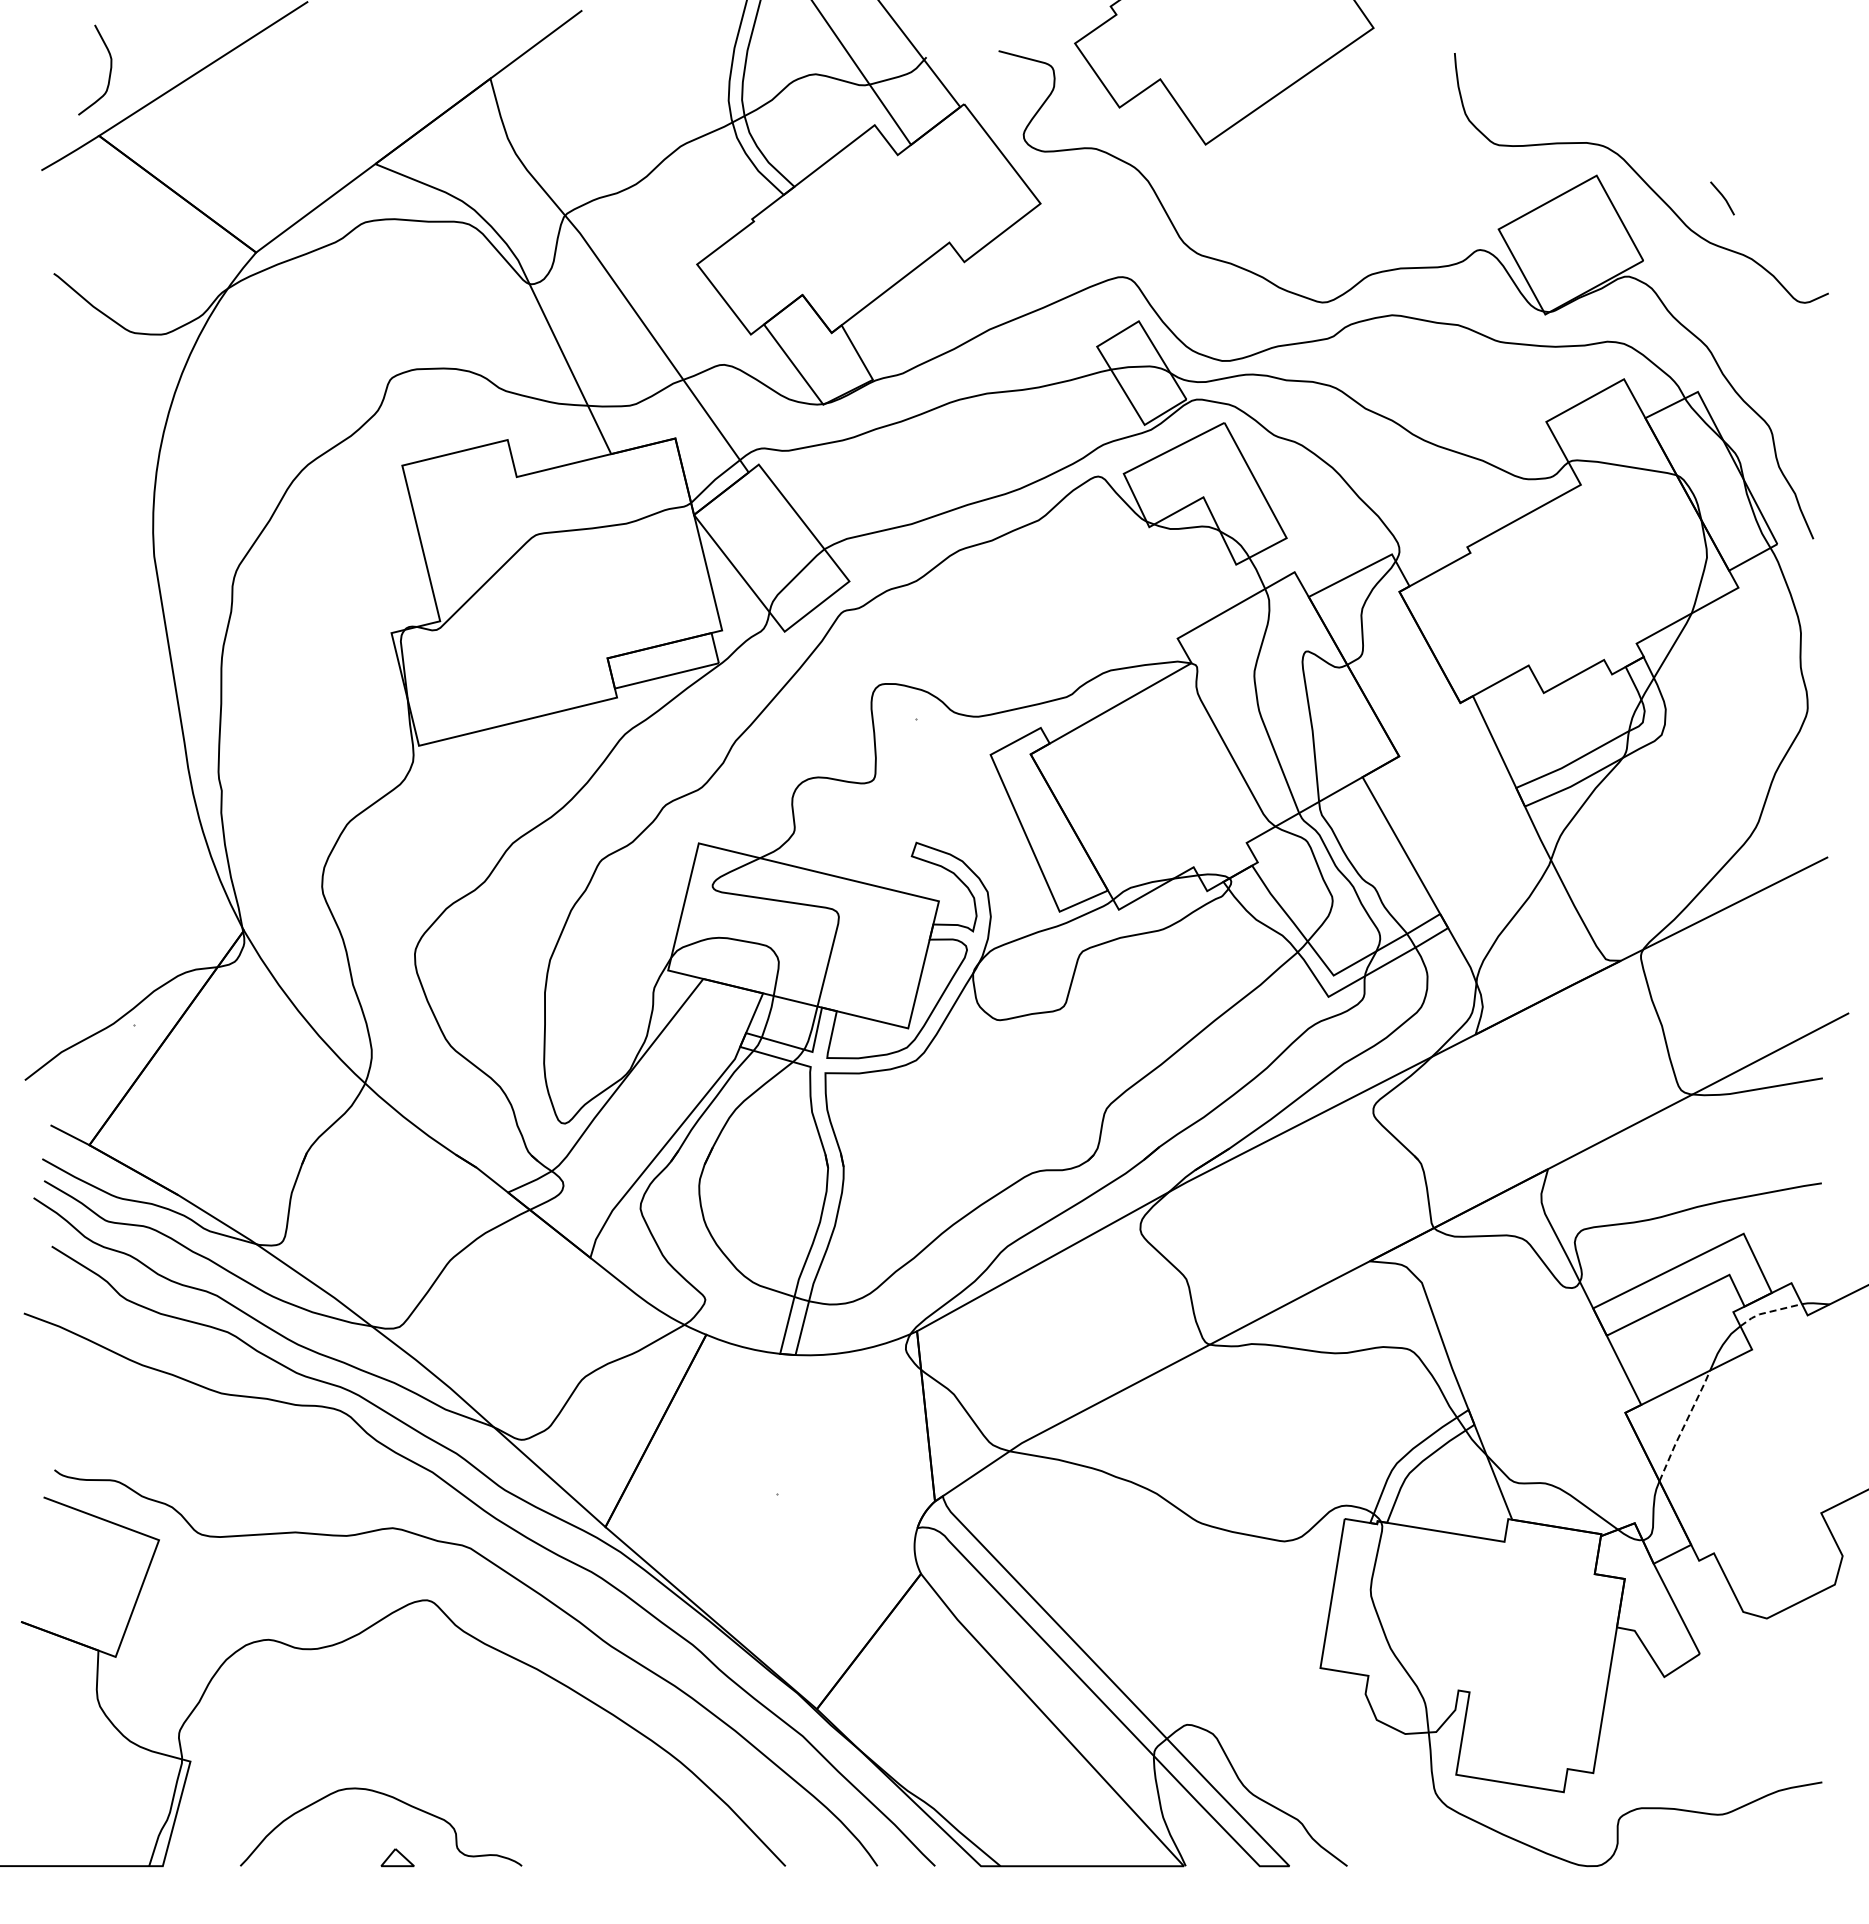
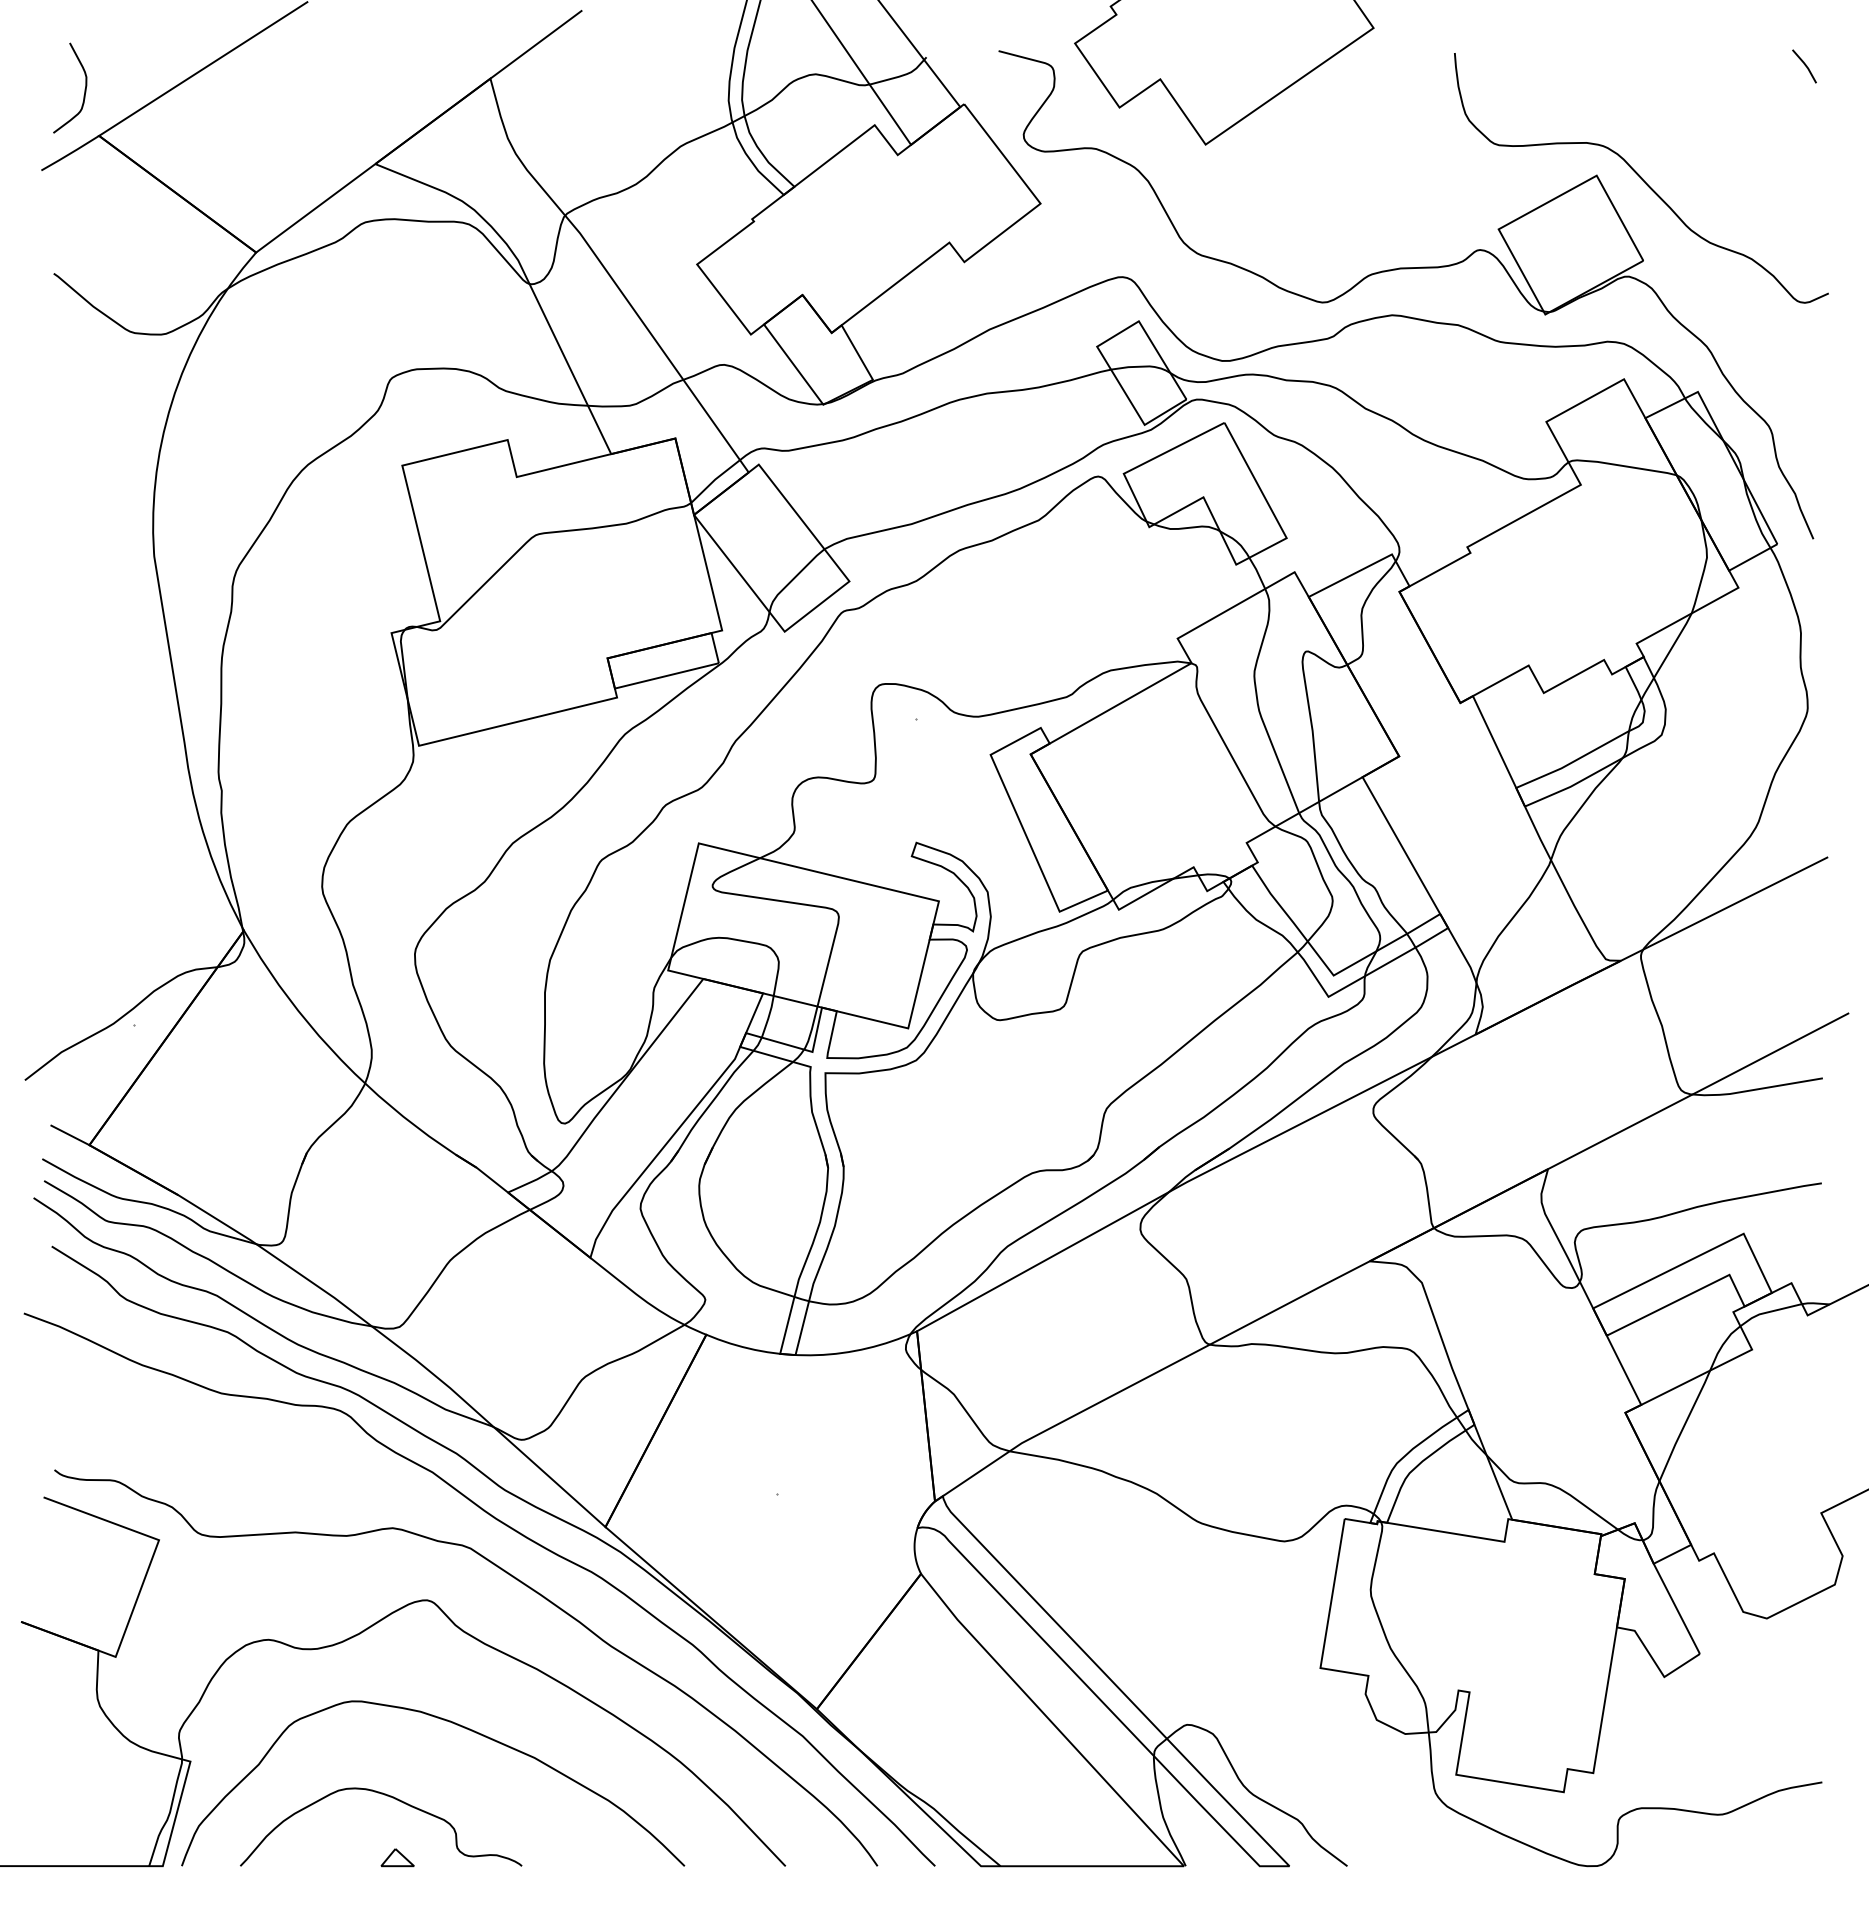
curve at (109, 71) position: (109, 71) -> (84, 89)
line at (1722, 197) position: (1722, 197) -> (1804, 65)
line at (1769, 1312): dashed -> solid
line at (1684, 1425): dashed -> solid
curve at (461, 1727): none -> present
